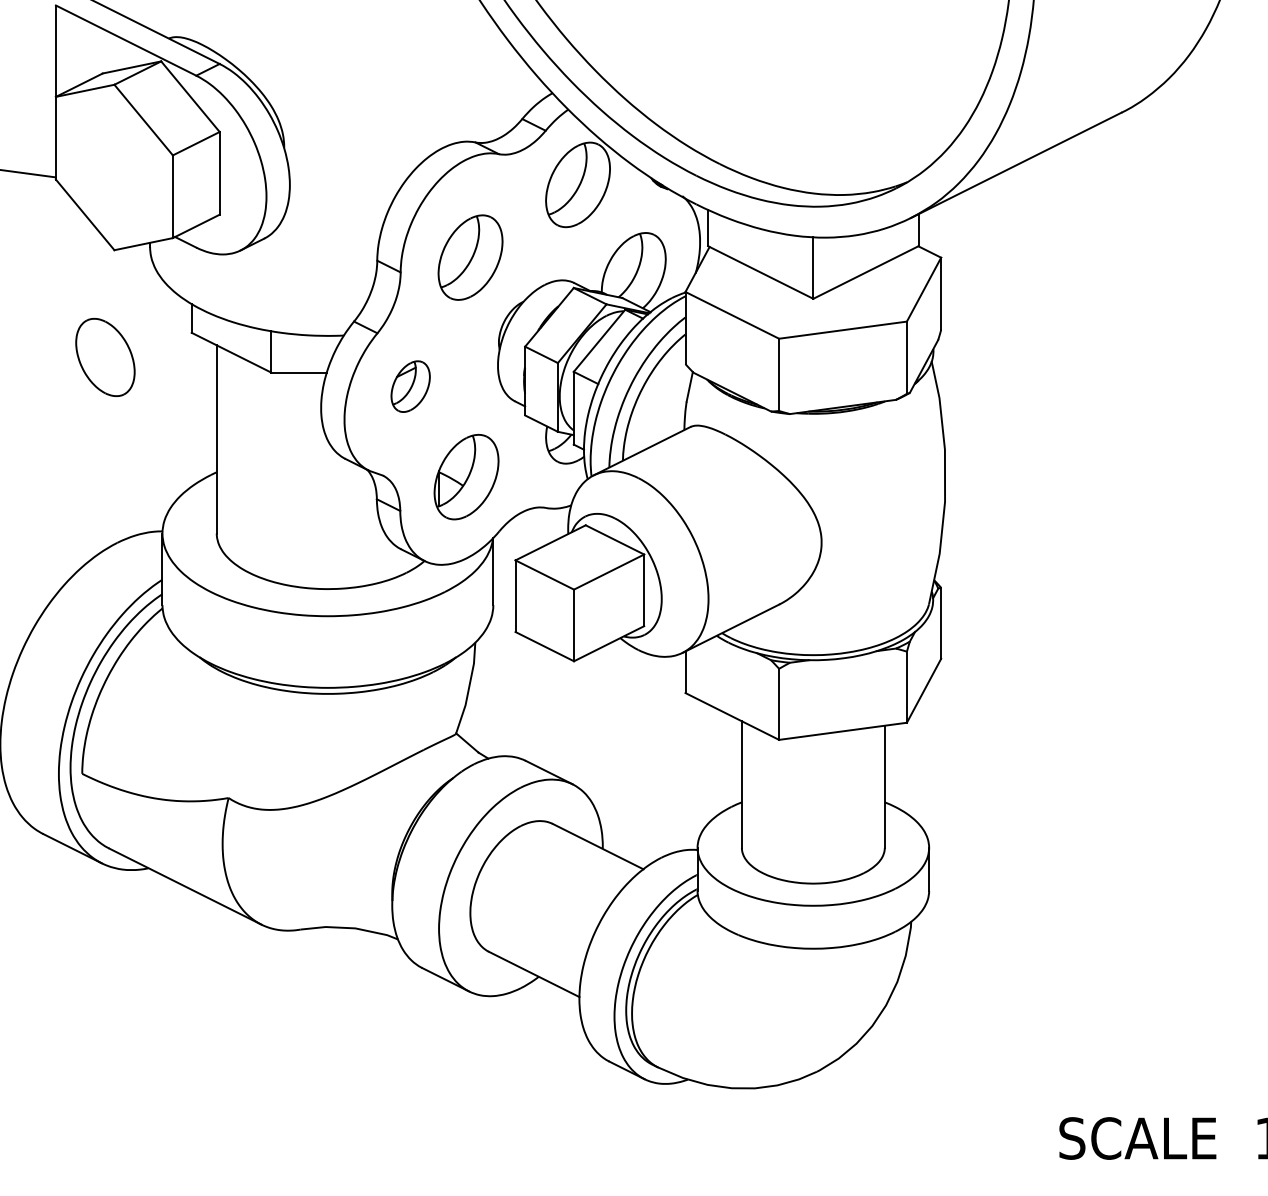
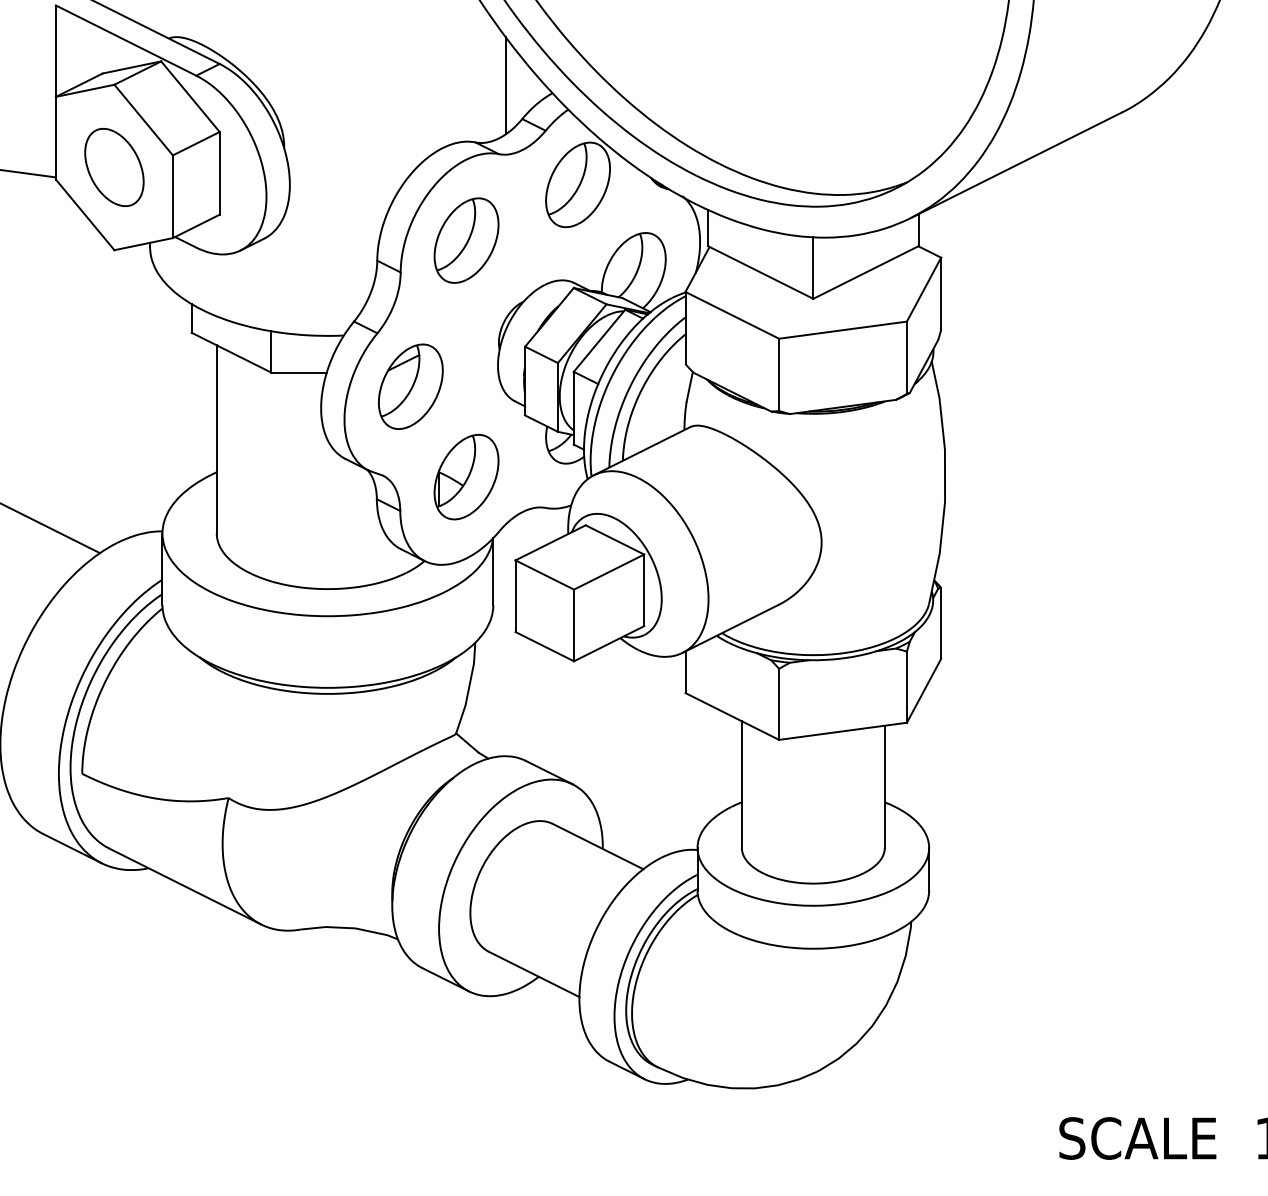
line at (505, 85): none -> present
part at (470, 257) position: (470, 257) -> (466, 240)
part at (105, 357) position: (105, 357) -> (114, 167)
part at (410, 386) size: 41x53 px -> 67x87 px
line at (51, 528): none -> present
